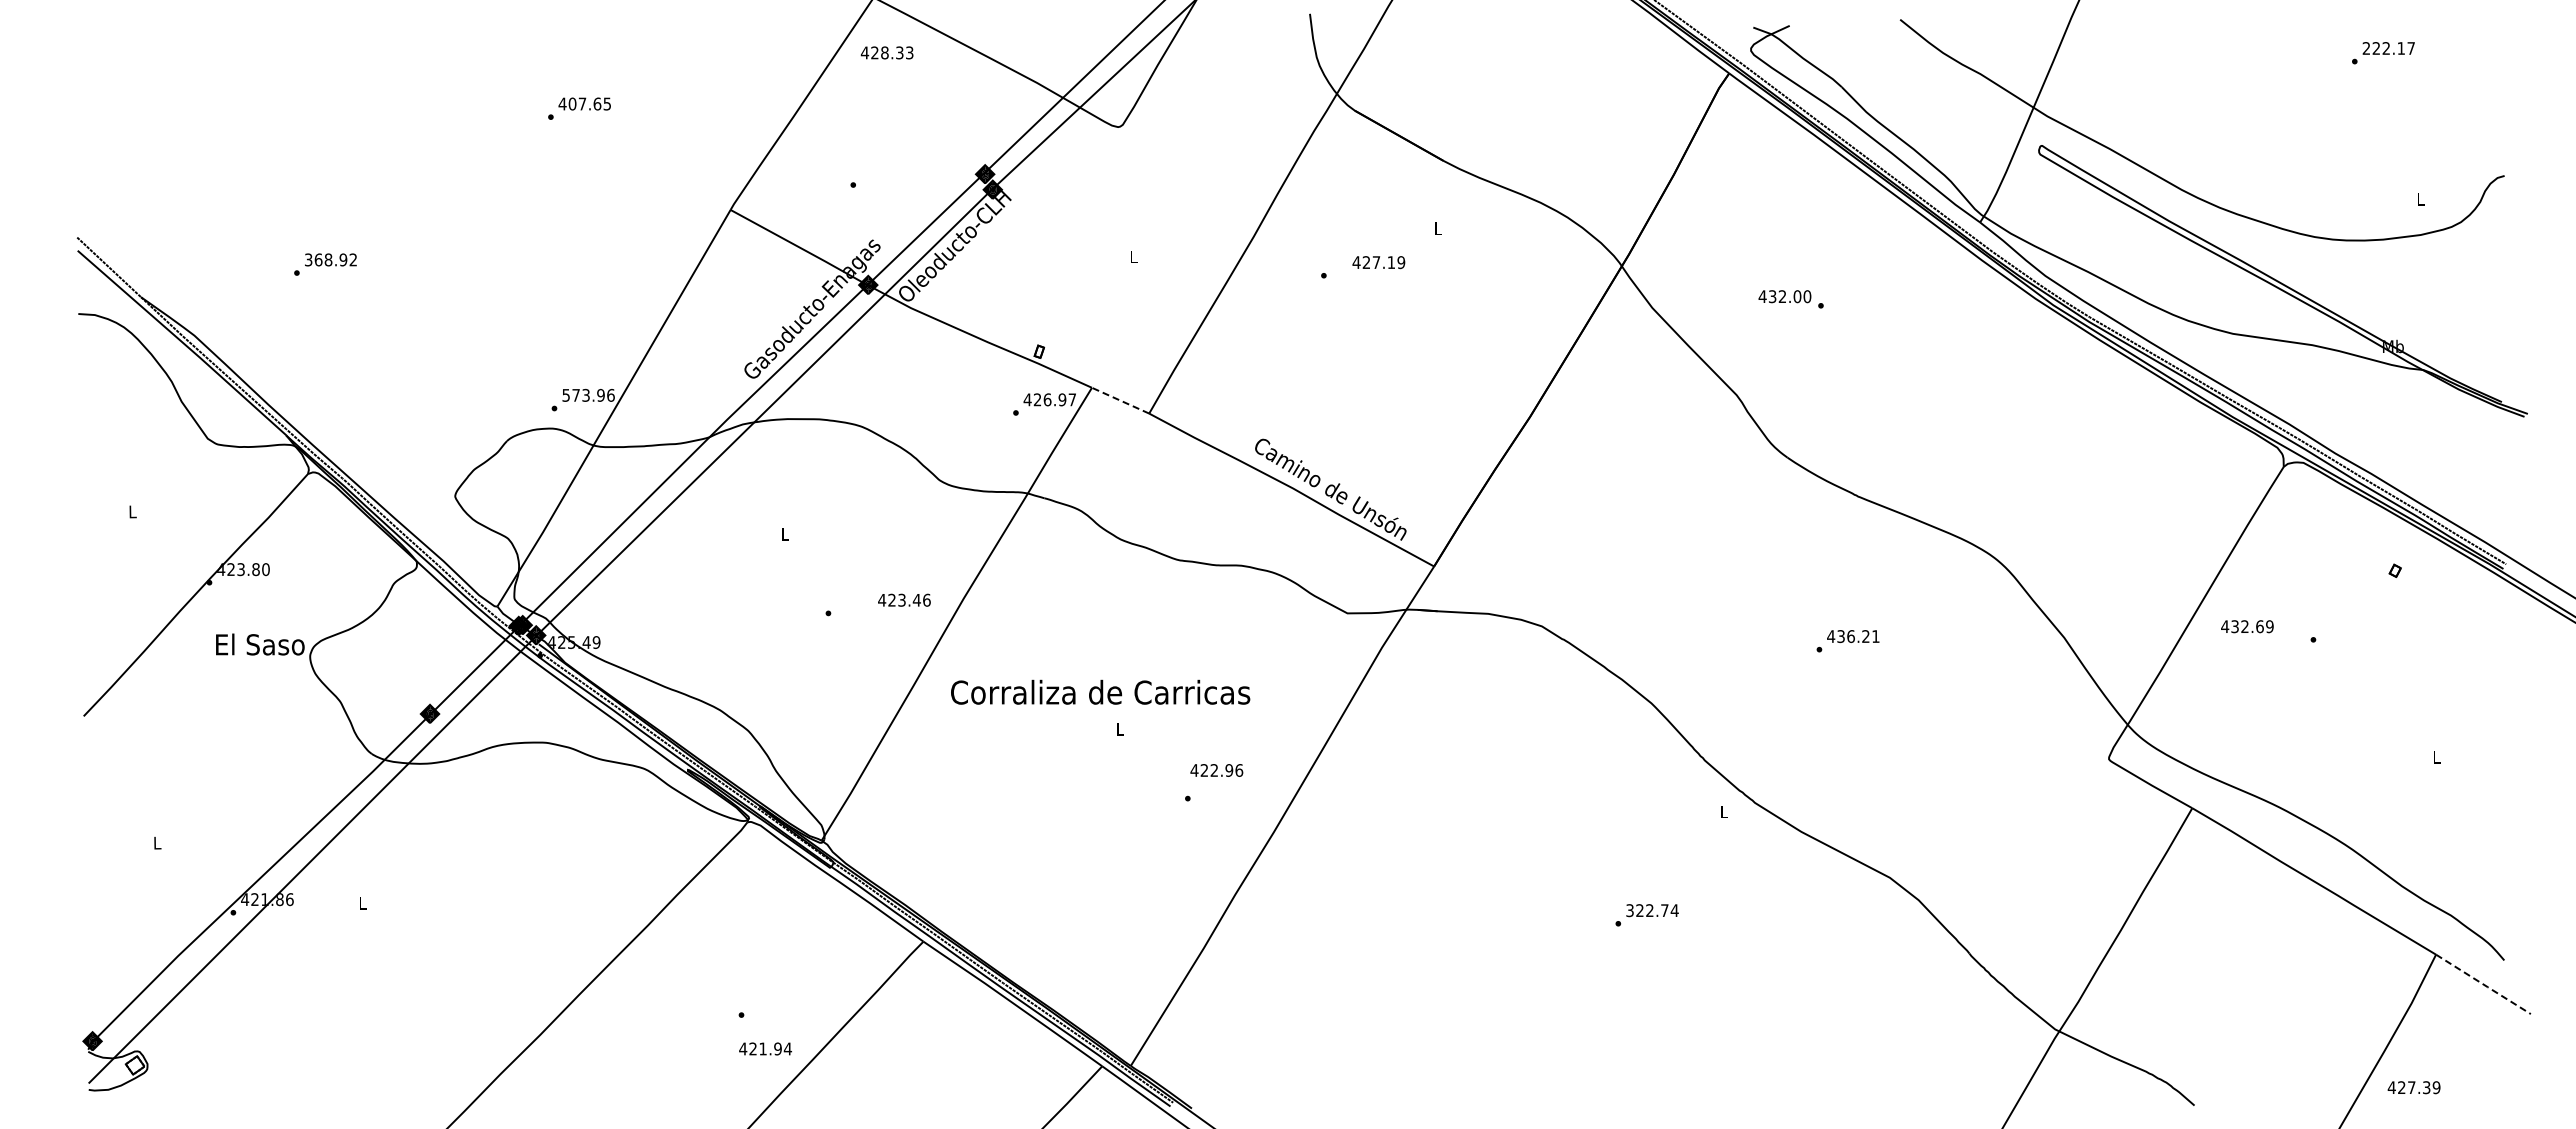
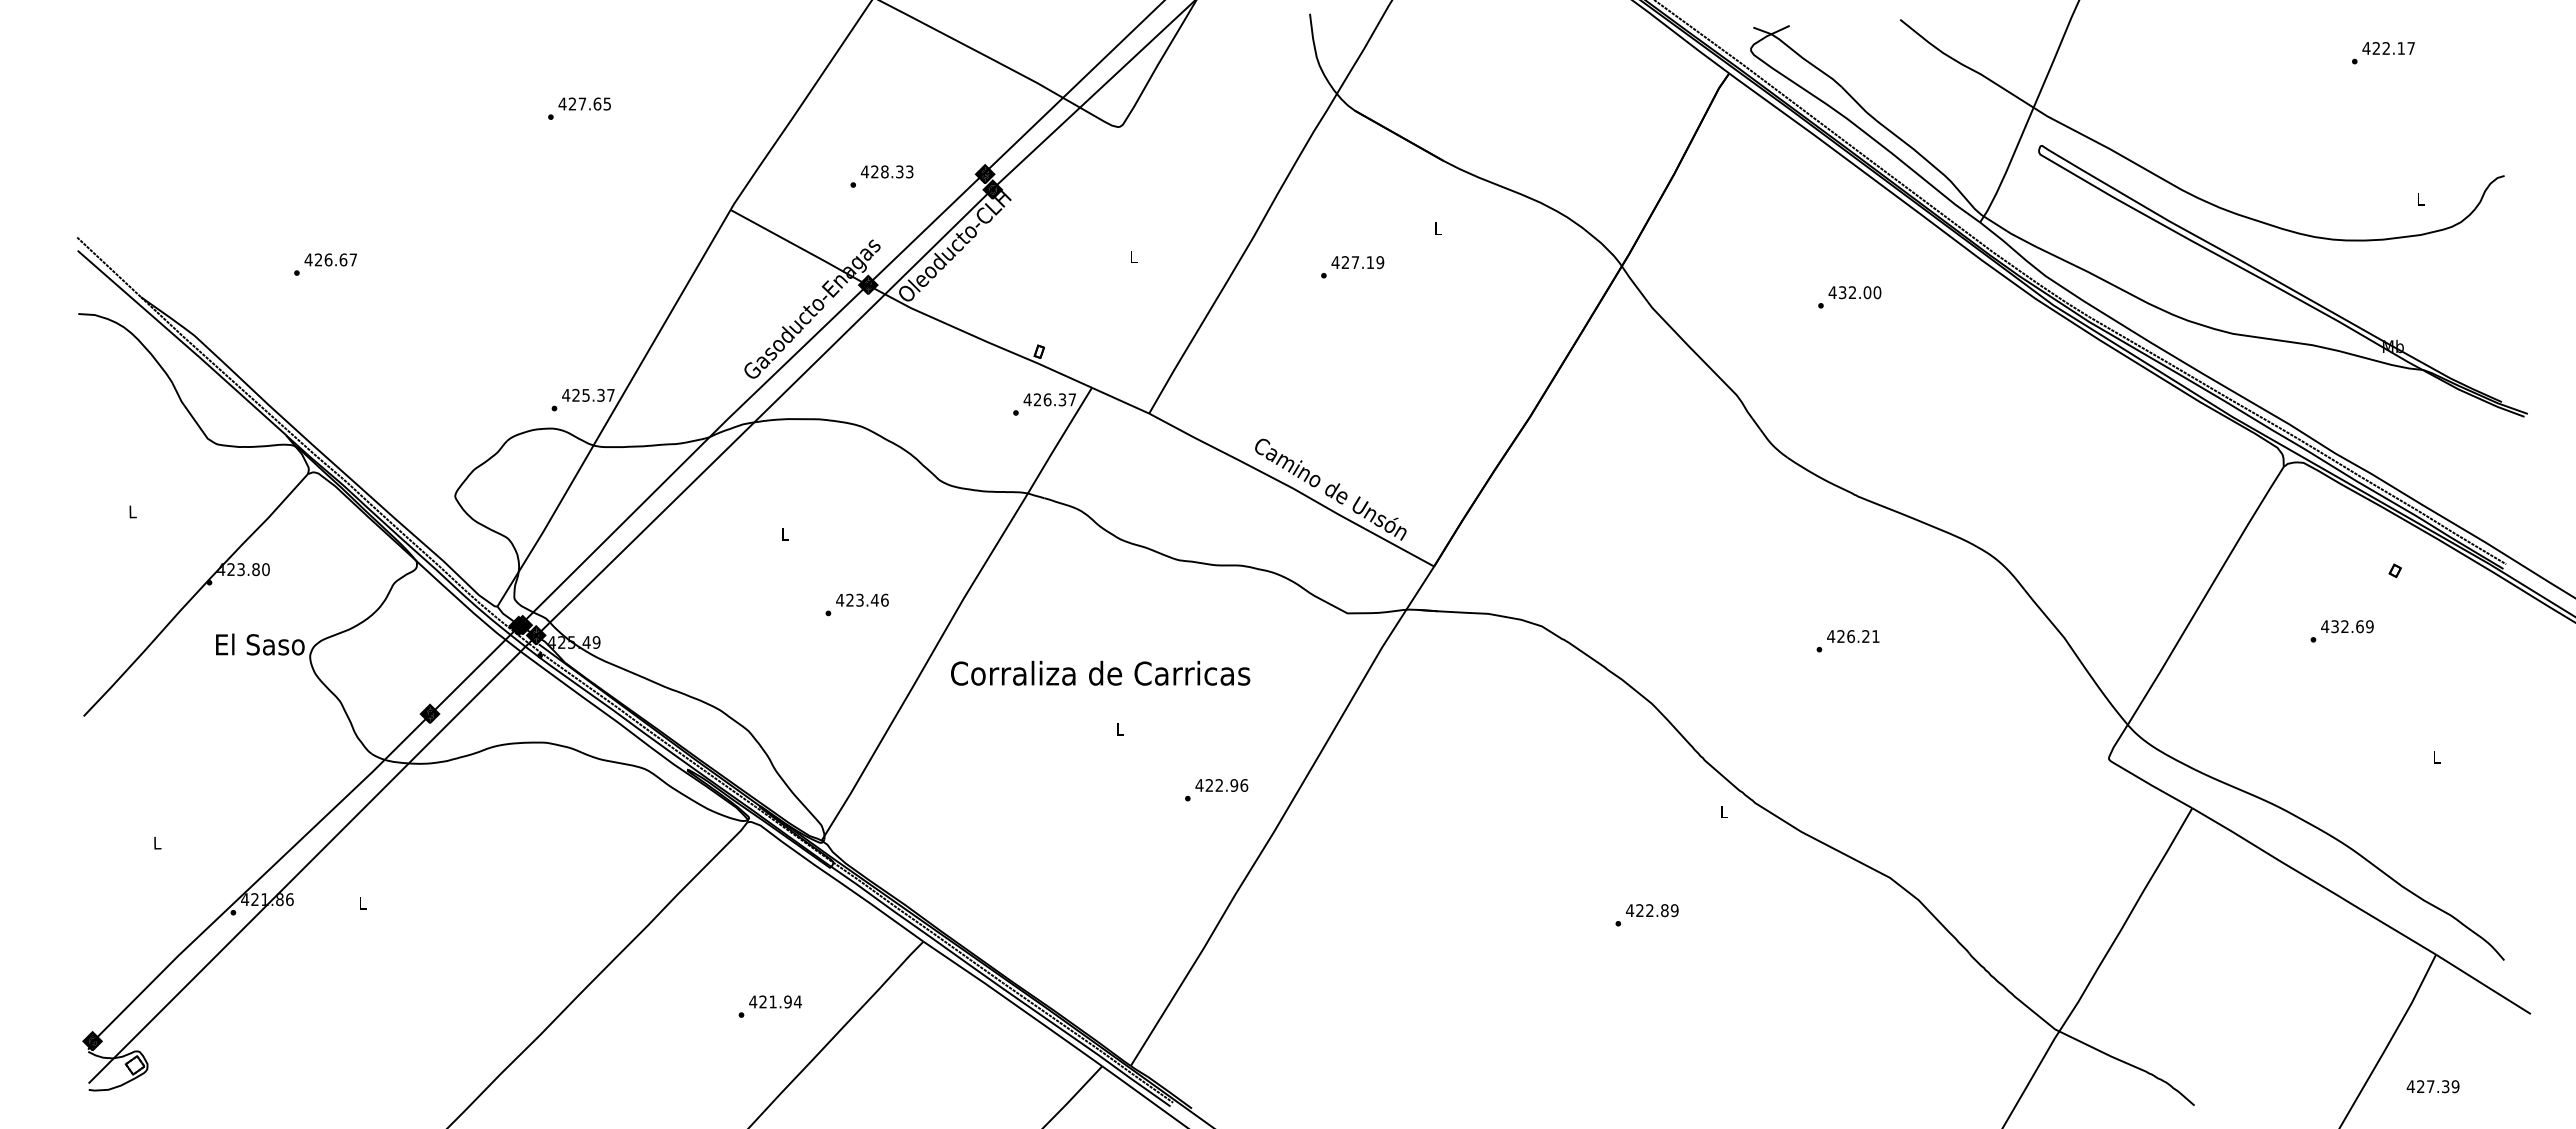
text at (2366, 48): 222.17 -> 422.17
text at (886, 52) position: (886, 52) -> (886, 171)
text at (572, 103): 407.65 -> 427.65
text at (330, 259): 368.92 -> 426.67
text at (1378, 262) position: (1378, 262) -> (1357, 262)
text at (1784, 296) position: (1784, 296) -> (1854, 292)
text at (588, 394): 573.96 -> 425.37
text at (1062, 399): 426.97 -> 426.37
line at (1120, 400): dashed -> solid
text at (904, 599) position: (904, 599) -> (862, 599)
text at (2247, 626) position: (2247, 626) -> (2347, 626)
text at (1840, 636): 436.21 -> 426.21
text at (1100, 691) position: (1100, 691) -> (1100, 672)
text at (1216, 770) position: (1216, 770) -> (1221, 785)
text at (1651, 910): 322.74 -> 422.89
line at (2483, 984): dashed -> solid
text at (765, 1048) position: (765, 1048) -> (775, 1001)
text at (2413, 1087) position: (2413, 1087) -> (2432, 1086)
